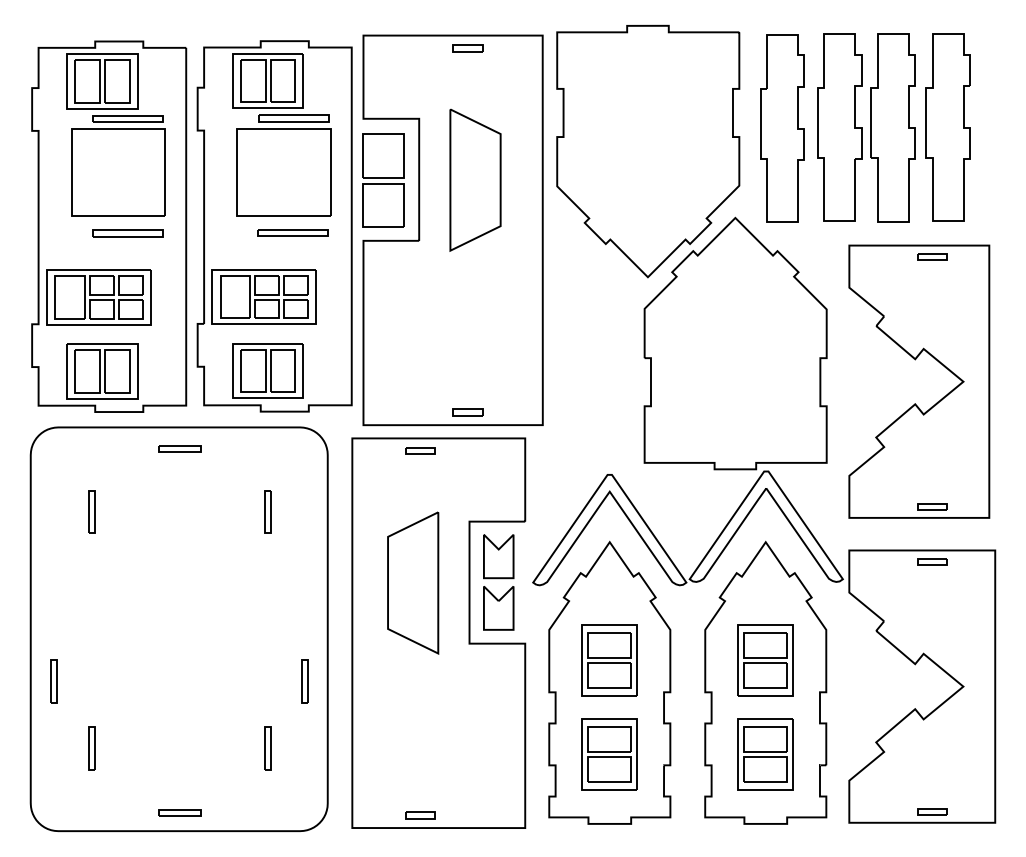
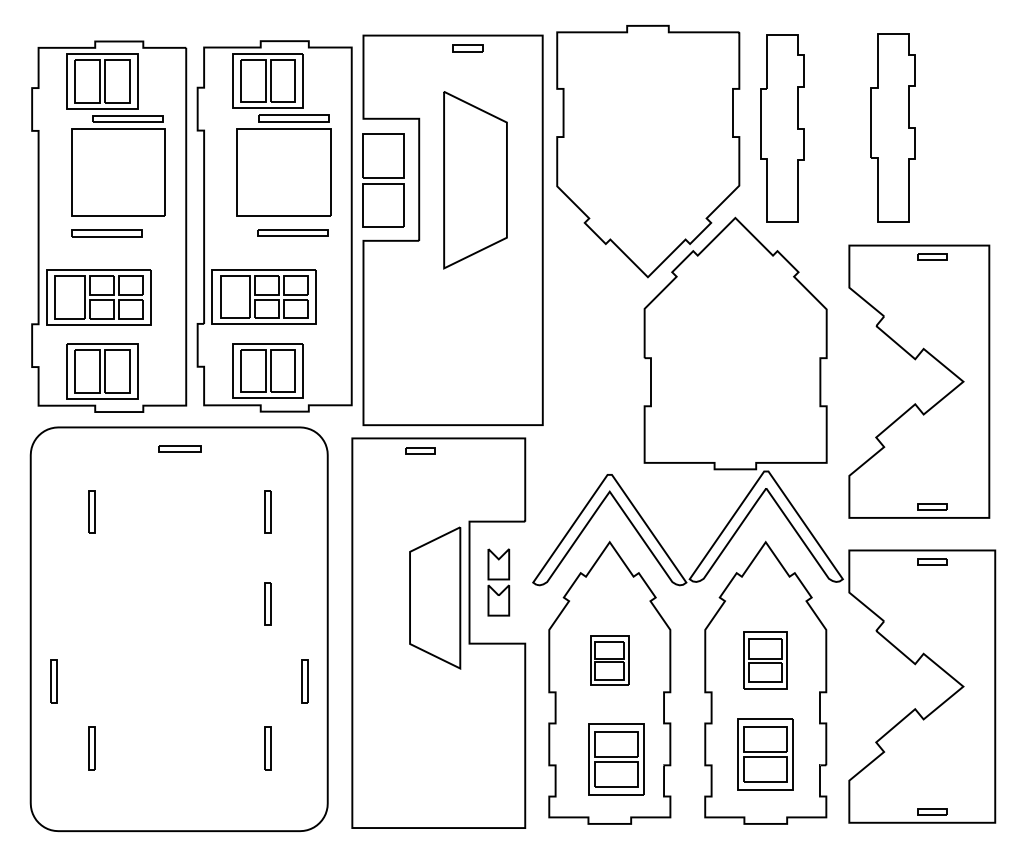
part at (839, 127): present -> none
part at (947, 127): present -> none
part at (475, 179) size: 53x144 px -> 65x179 px
part at (127, 233) position: (127, 233) -> (106, 233)
part at (467, 412): present -> none
part at (413, 582) position: (413, 582) -> (435, 597)
part at (498, 582) size: 32x97 px -> 24x69 px
part at (267, 603): none -> present
part at (609, 660) size: 57x73 px -> 40x51 px
part at (765, 660) size: 57x73 px -> 45x59 px
part at (609, 754) position: (609, 754) -> (616, 759)
part at (179, 812): present -> none
part at (420, 815): present -> none
